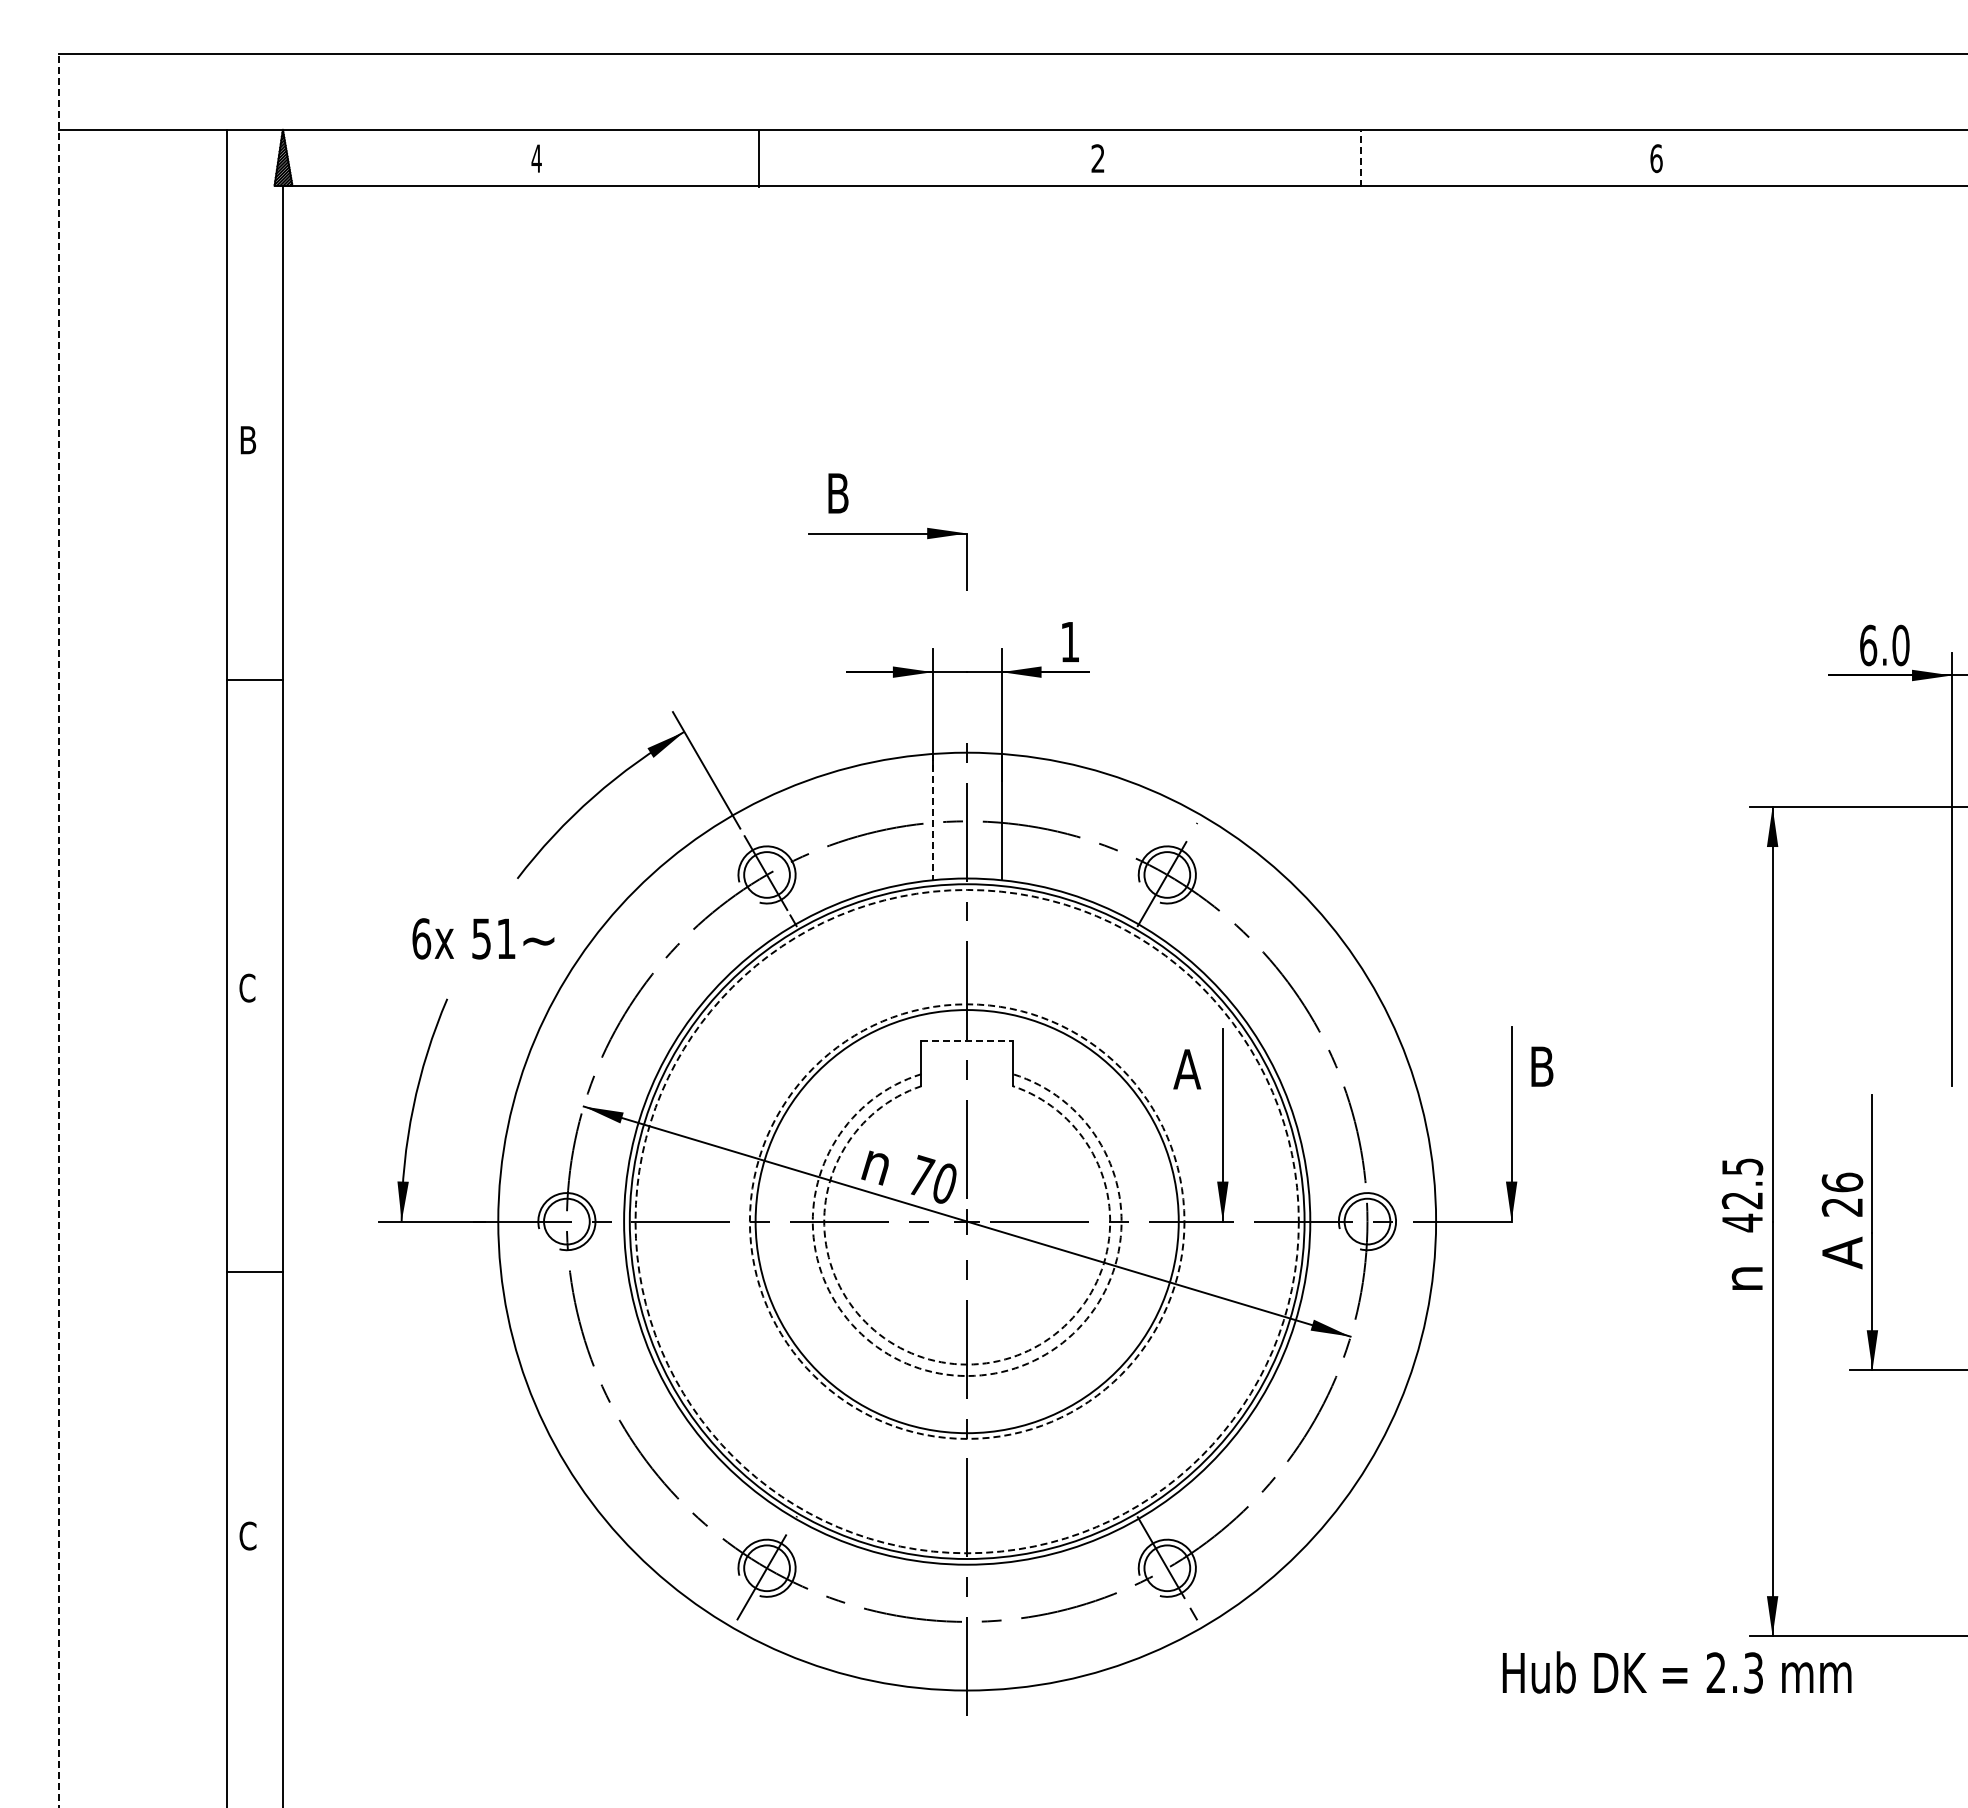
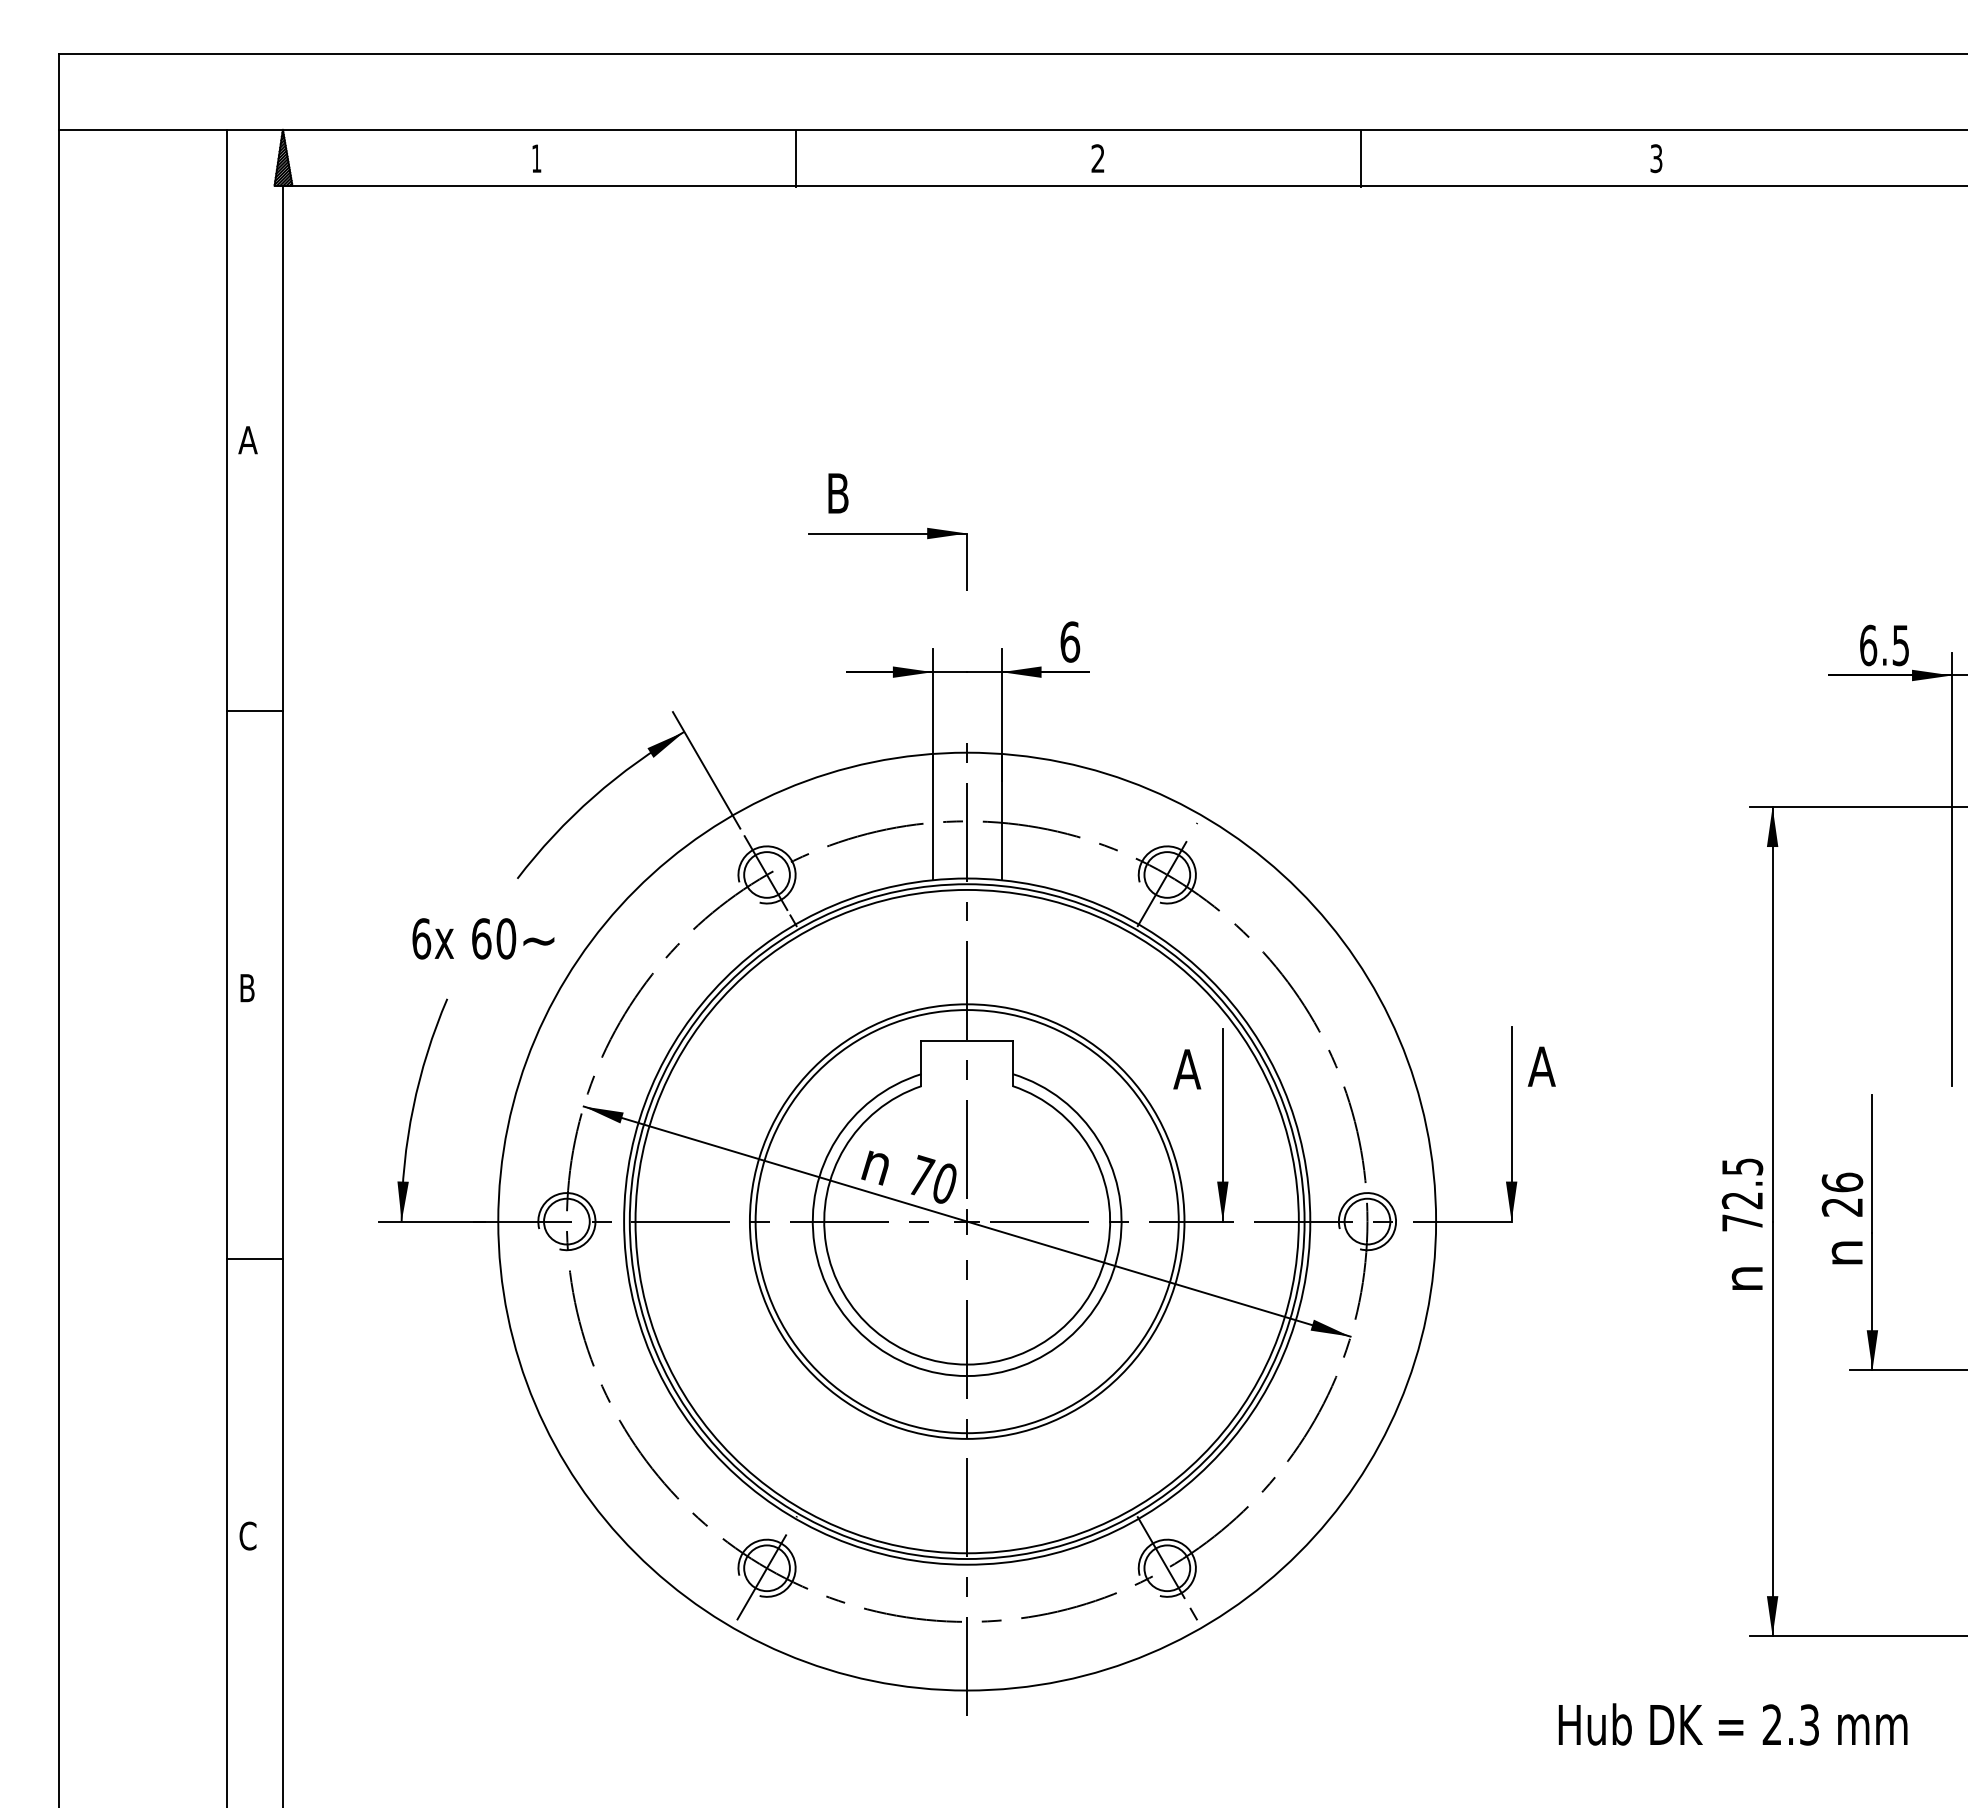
text at (536, 158): 4 -> 1
line at (759, 158) position: (759, 158) -> (796, 158)
line at (1361, 158): dashed -> solid
text at (1656, 158): 6 -> 3
text at (247, 440): B -> A
text at (1070, 641): 1 -> 6
text at (1900, 645): 6.0 -> 6.5
line at (254, 680) position: (254, 680) -> (254, 711)
line at (932, 817): dashed -> solid
line at (59, 930): dashed -> solid
text at (494, 938): 51 -> 60
text at (247, 987): C -> B
line at (967, 1040): dashed -> solid
text at (1541, 1066): B -> A
circle at (966, 1221): dashed -> solid
circle at (966, 1221): dashed -> solid
text at (1742, 1222): 42.5 -> 72.5
text at (1842, 1252): A -> n
line at (254, 1272) position: (254, 1272) -> (254, 1259)
arc at (967, 1364): dashed -> solid
arc at (967, 1376): dashed -> solid
text at (1676, 1672) position: (1676, 1672) -> (1732, 1724)
